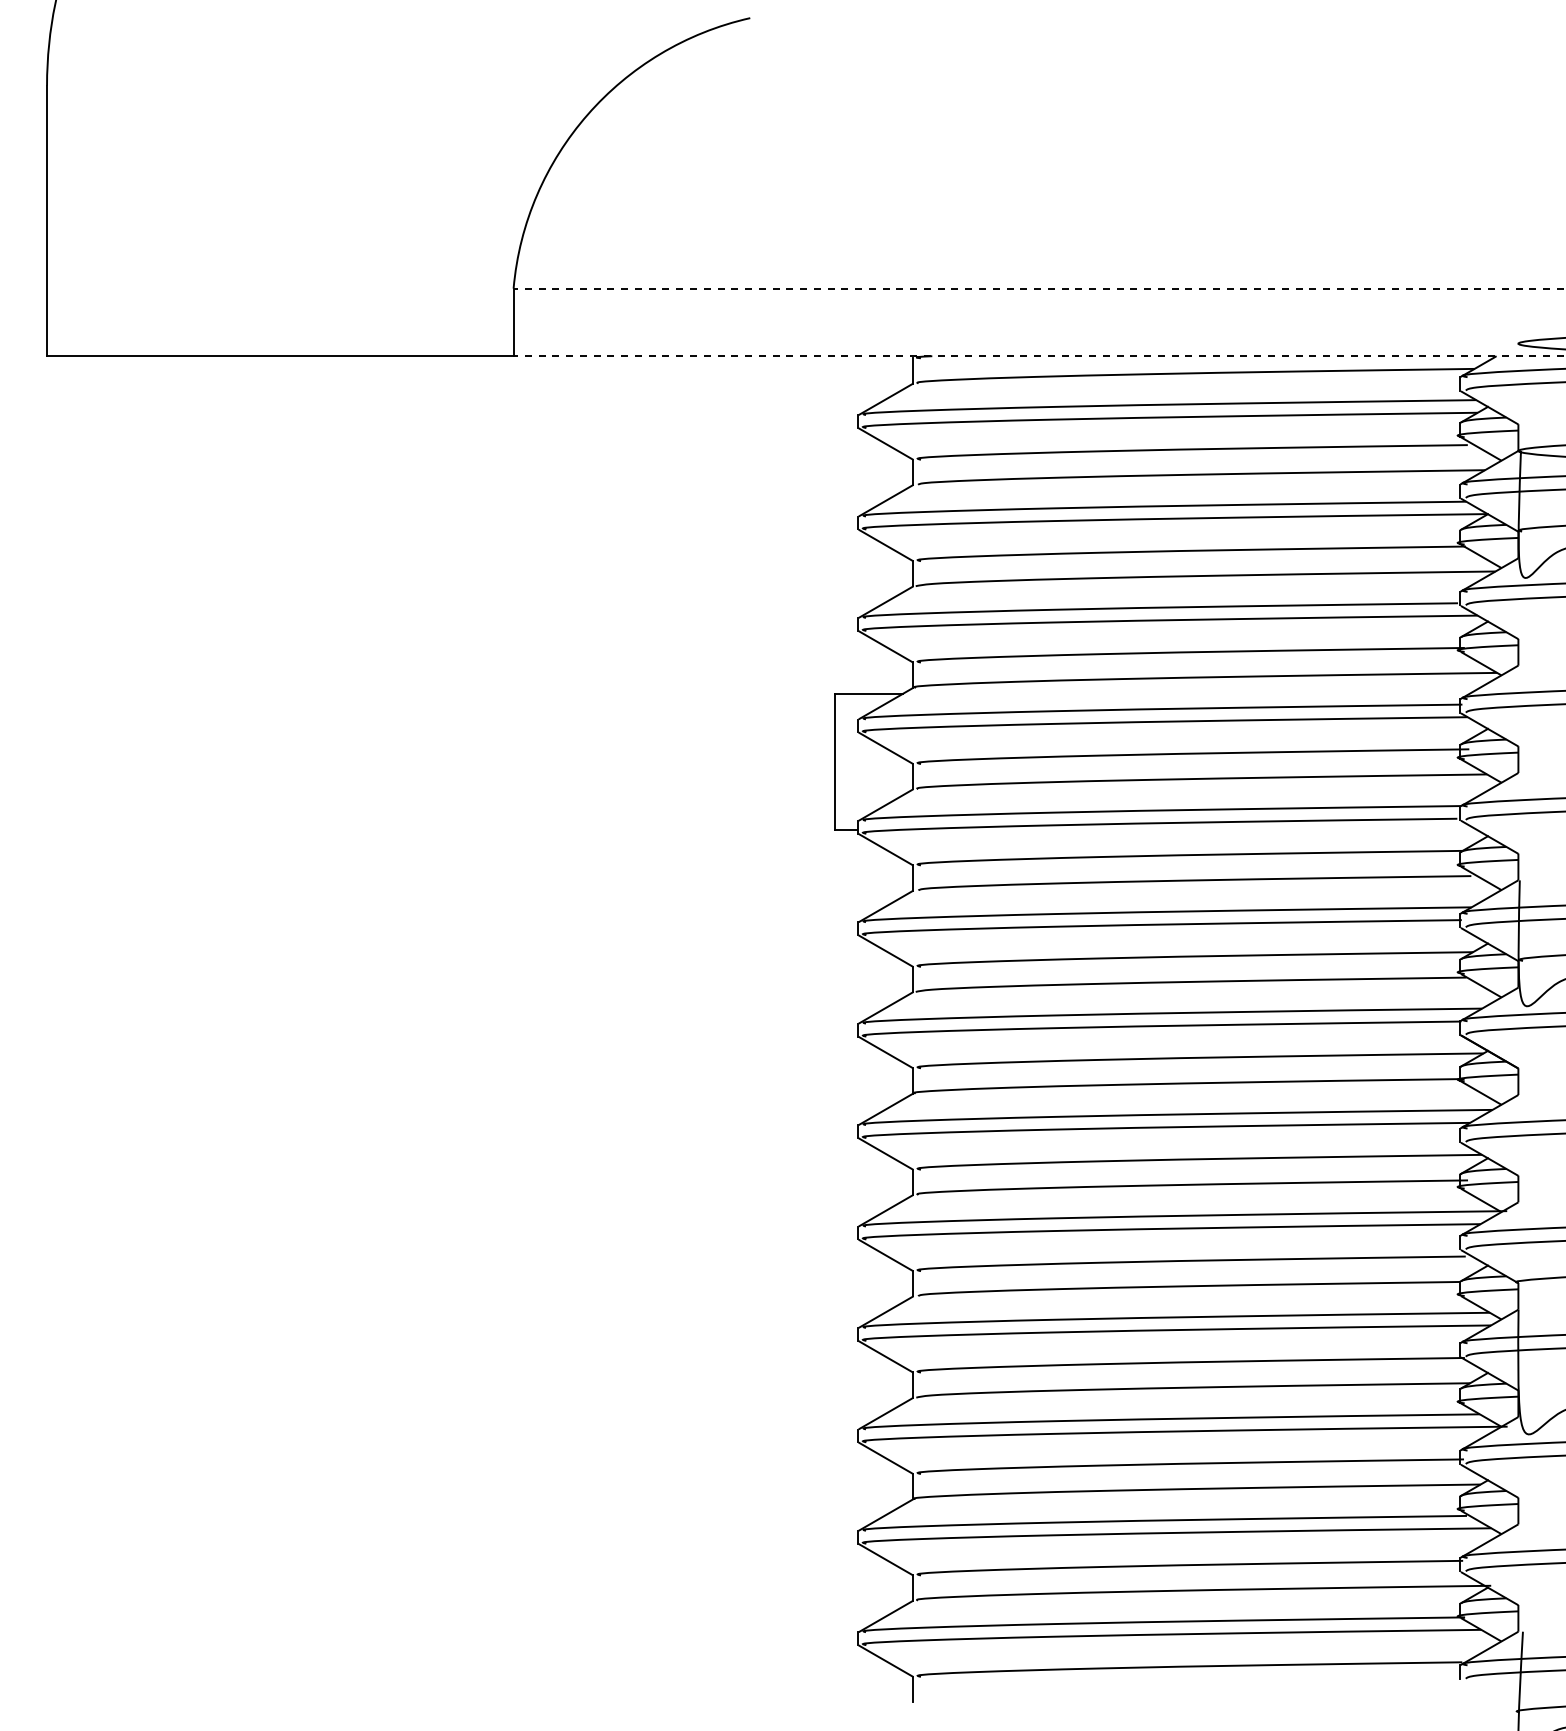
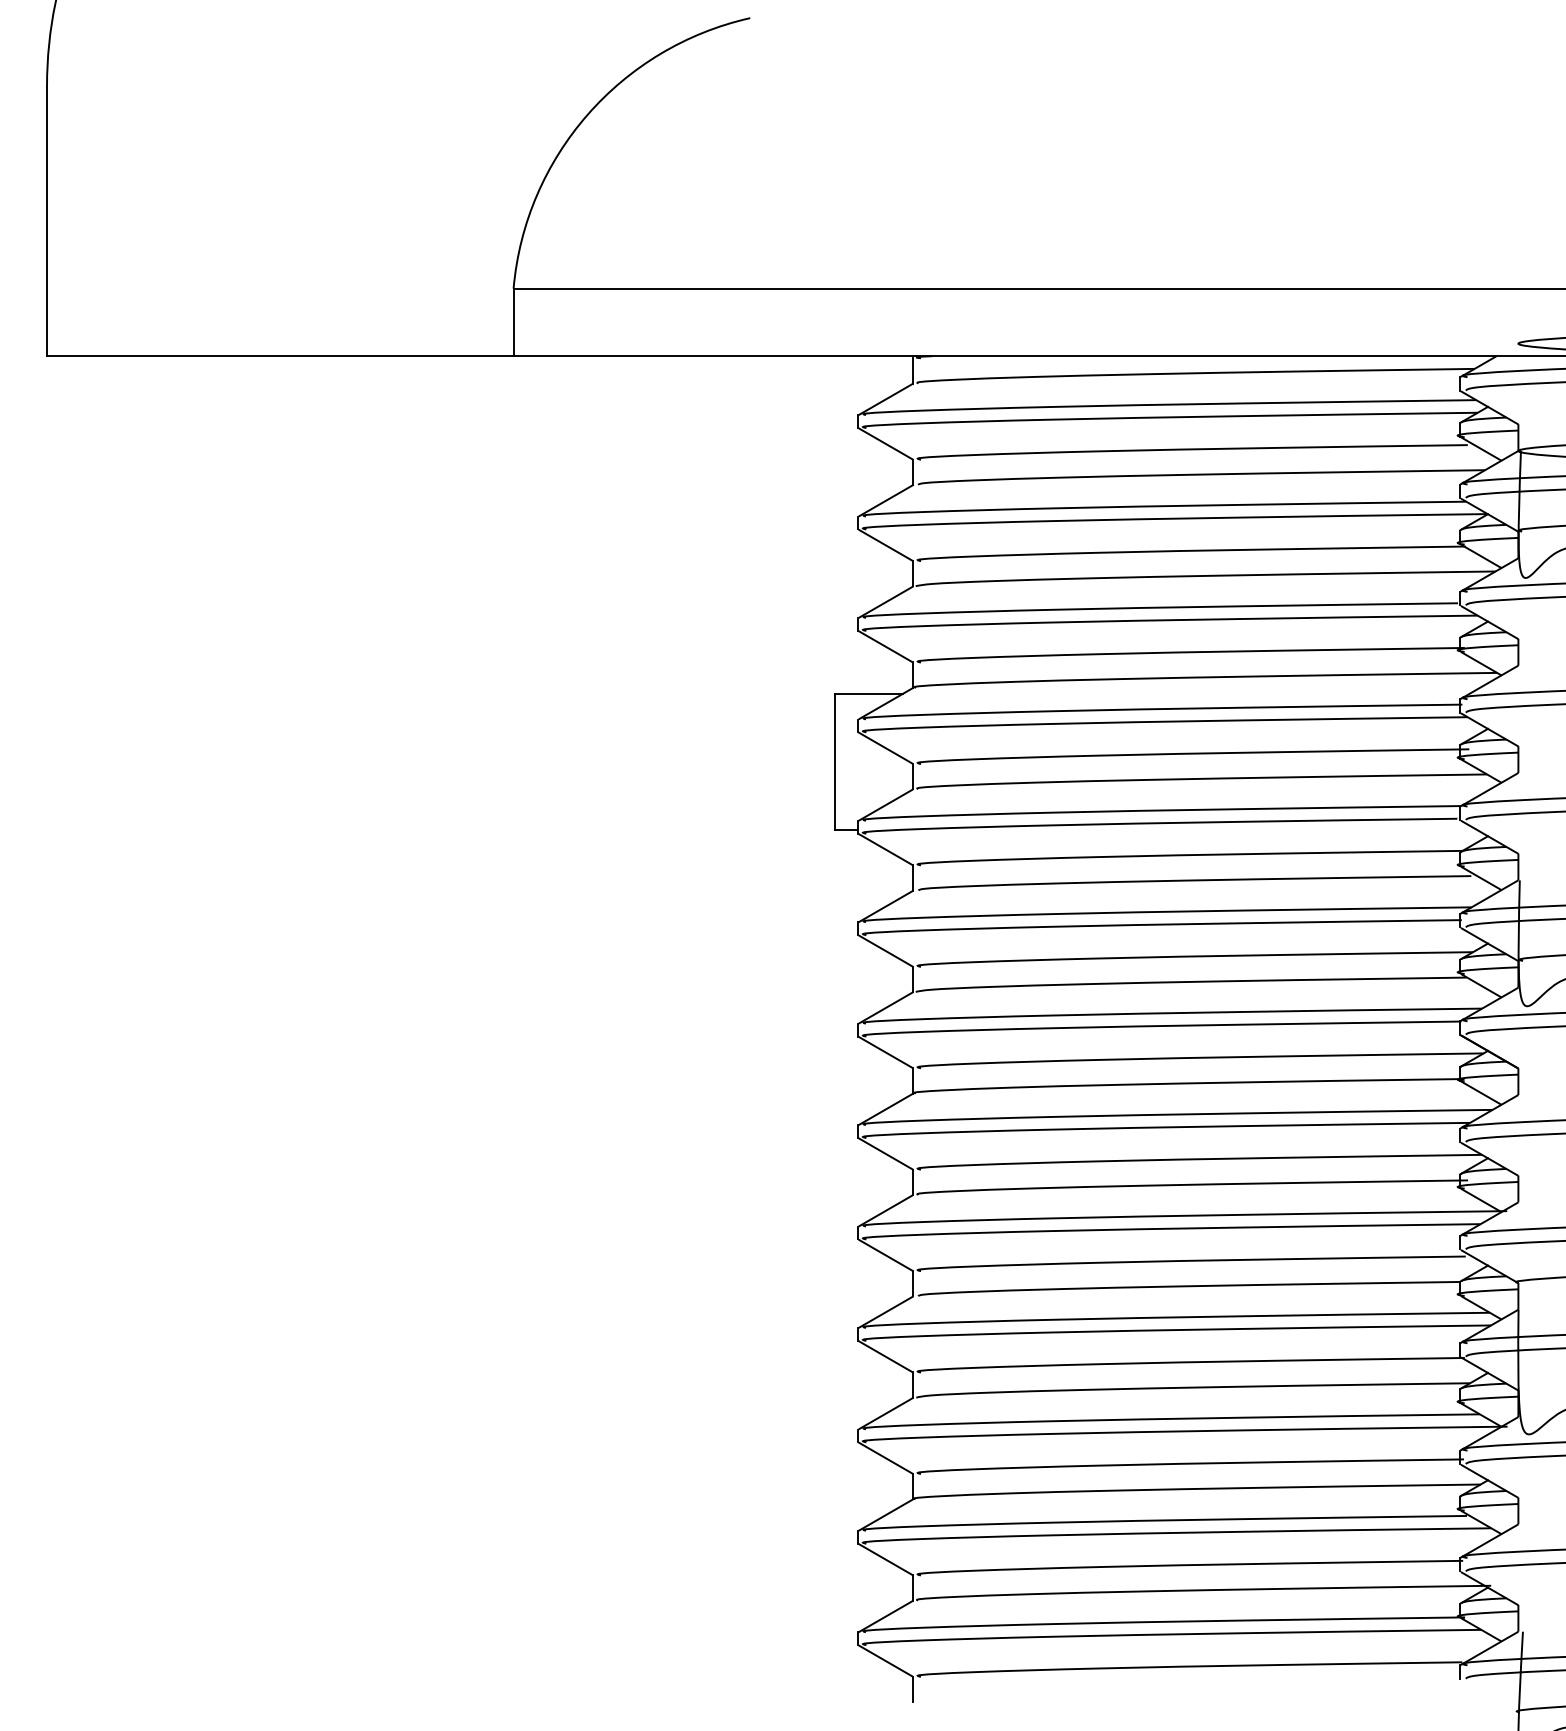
line at (1039, 288): dashed -> solid
line at (1039, 356): dashed -> solid
